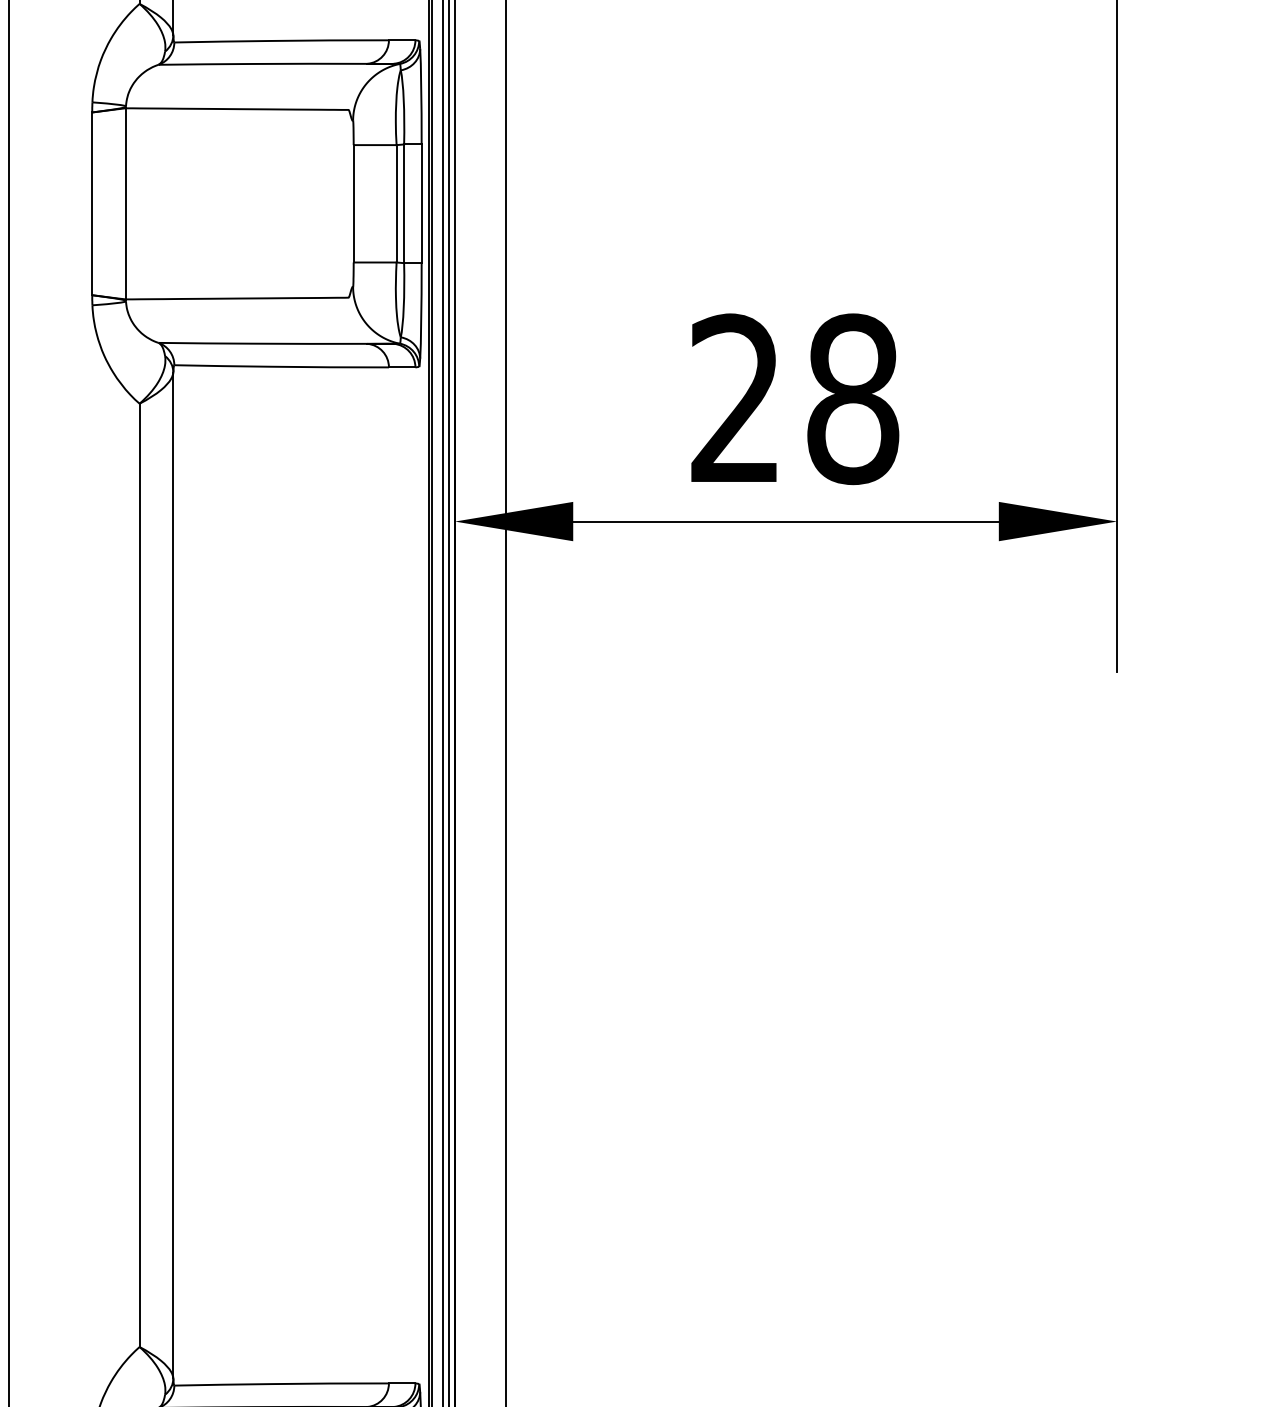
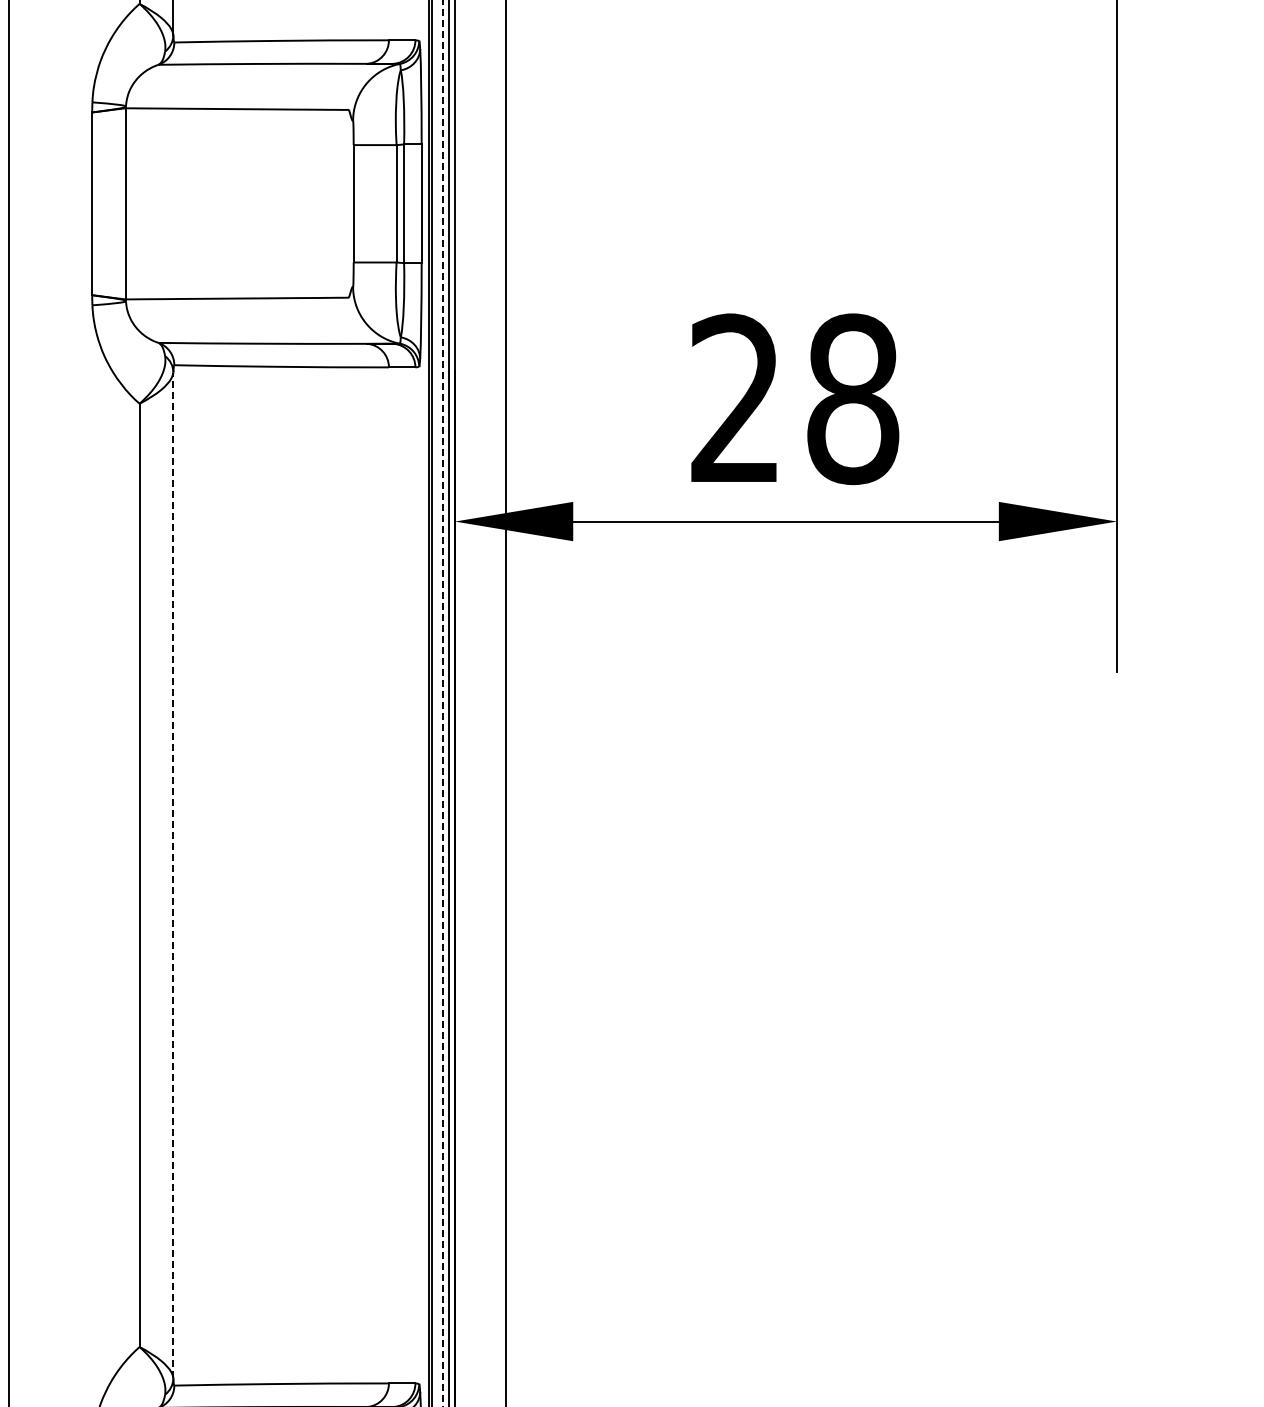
line at (443, 703): solid -> dashed
line at (173, 875): solid -> dashed
